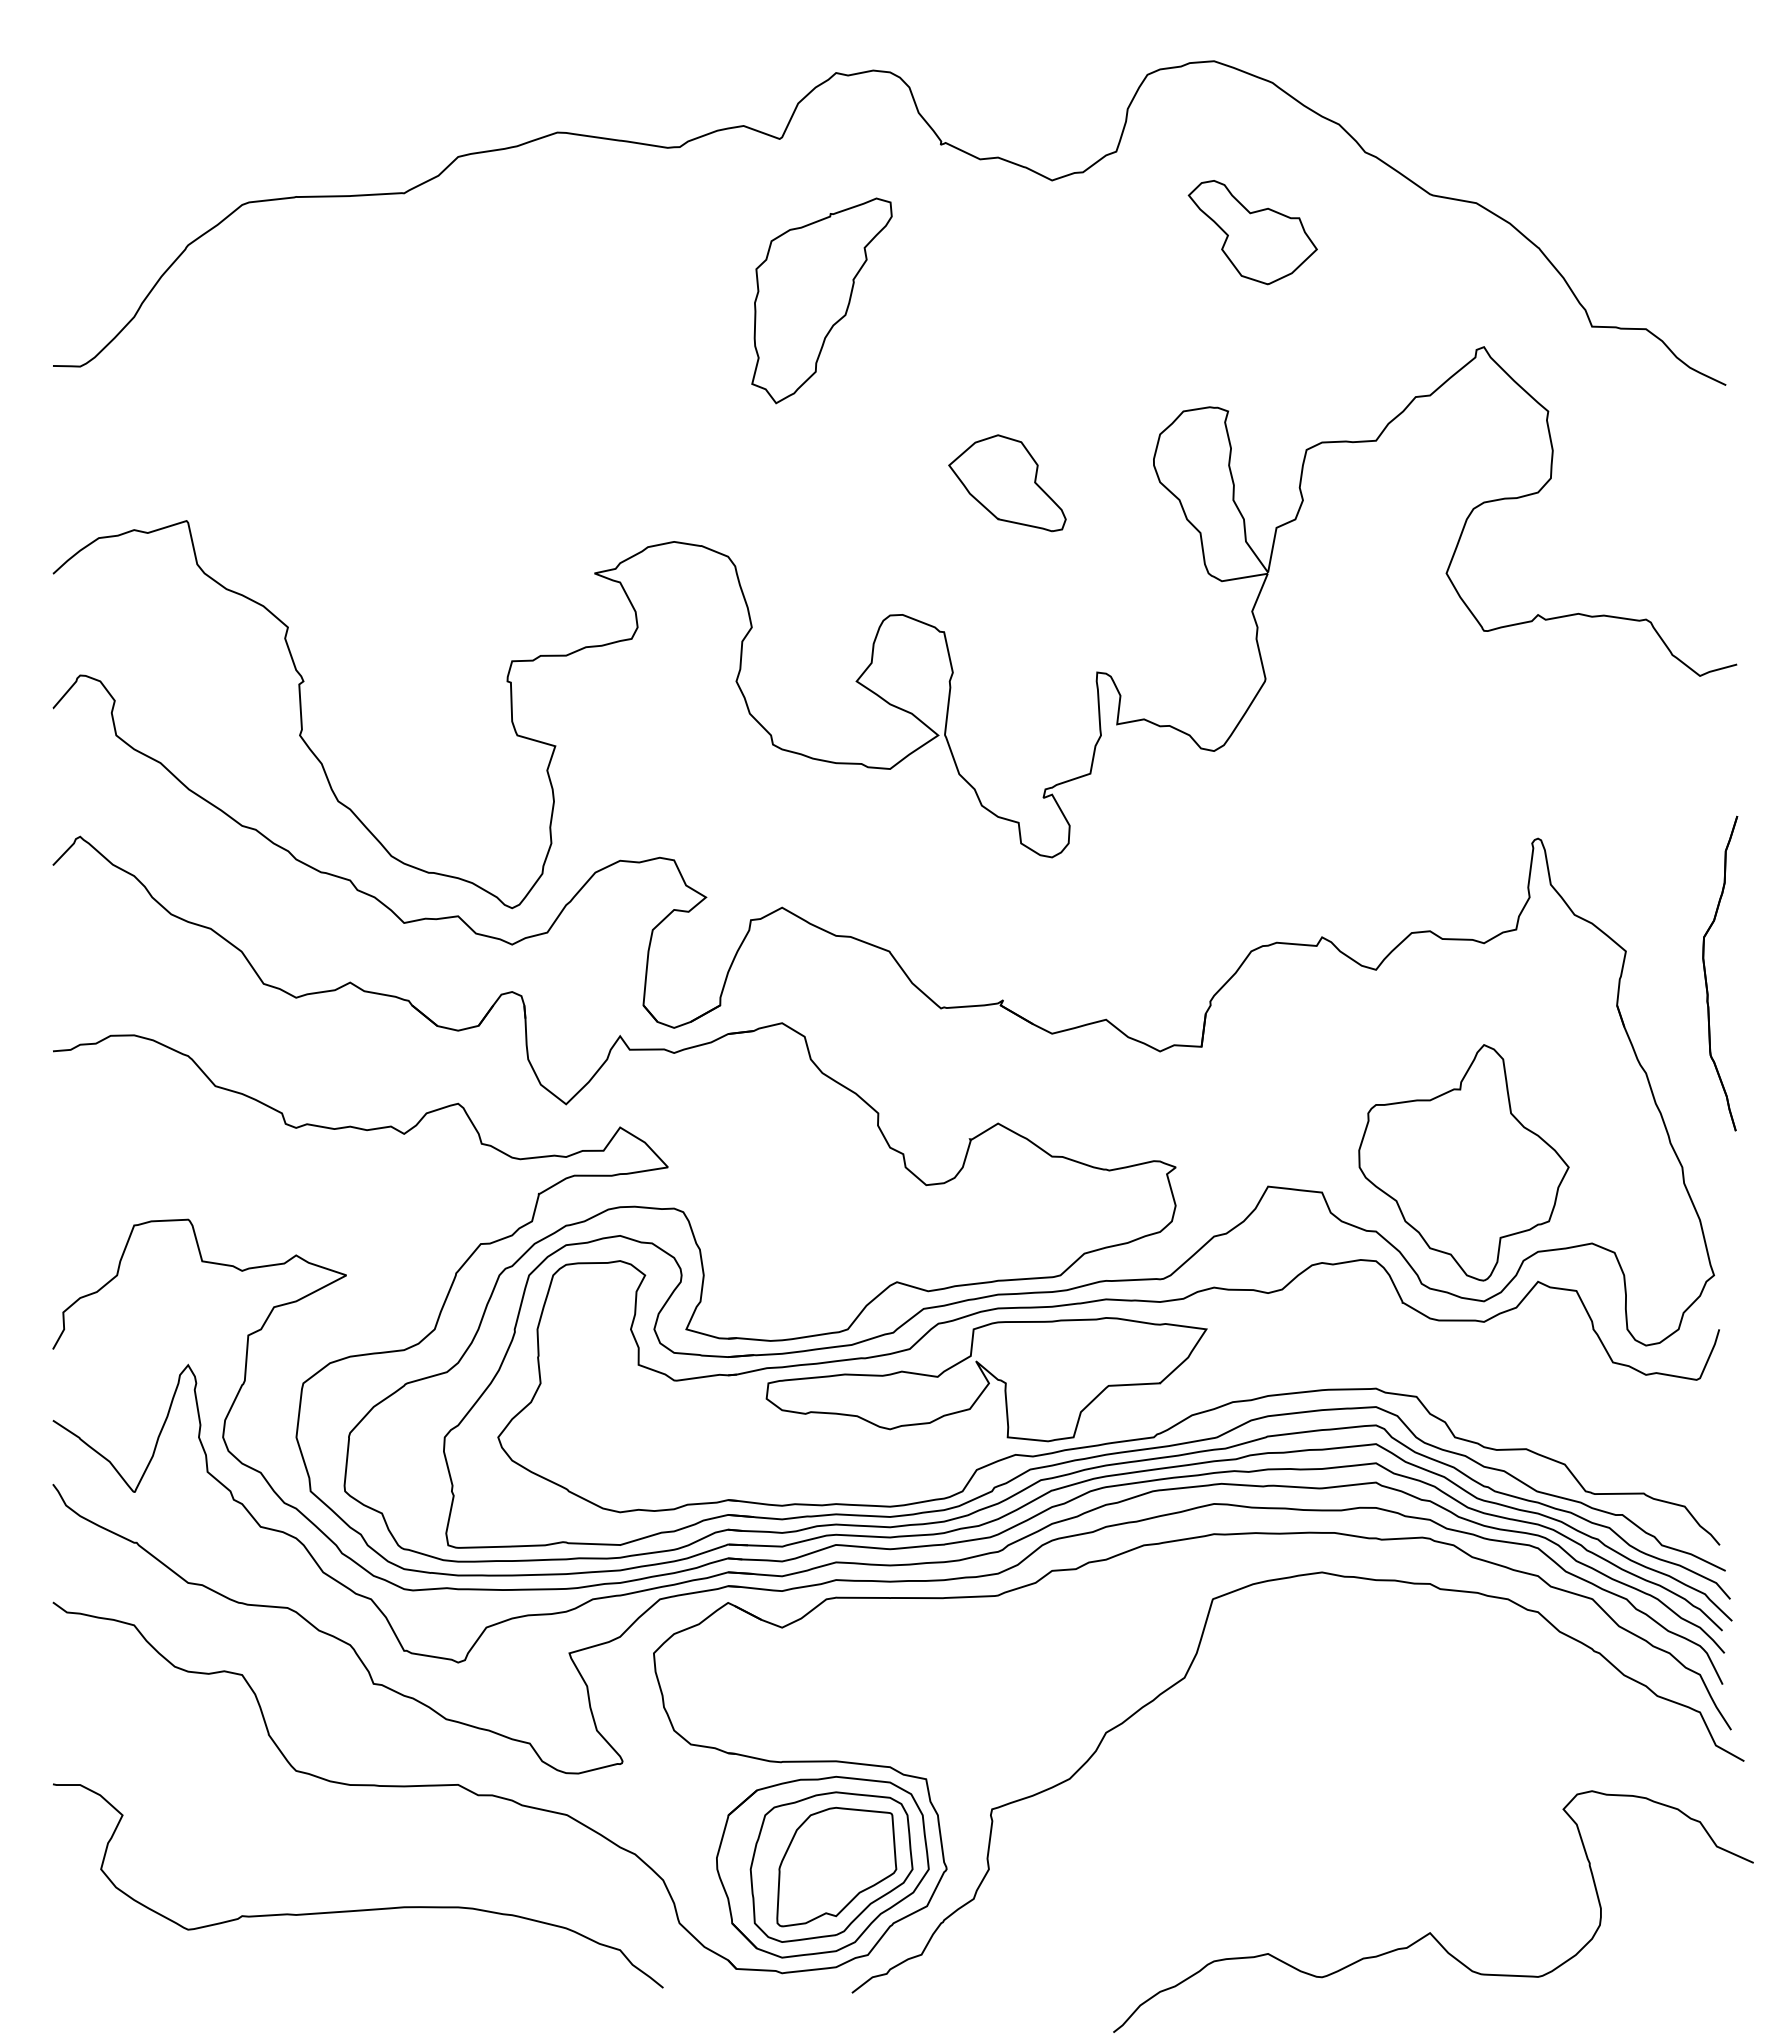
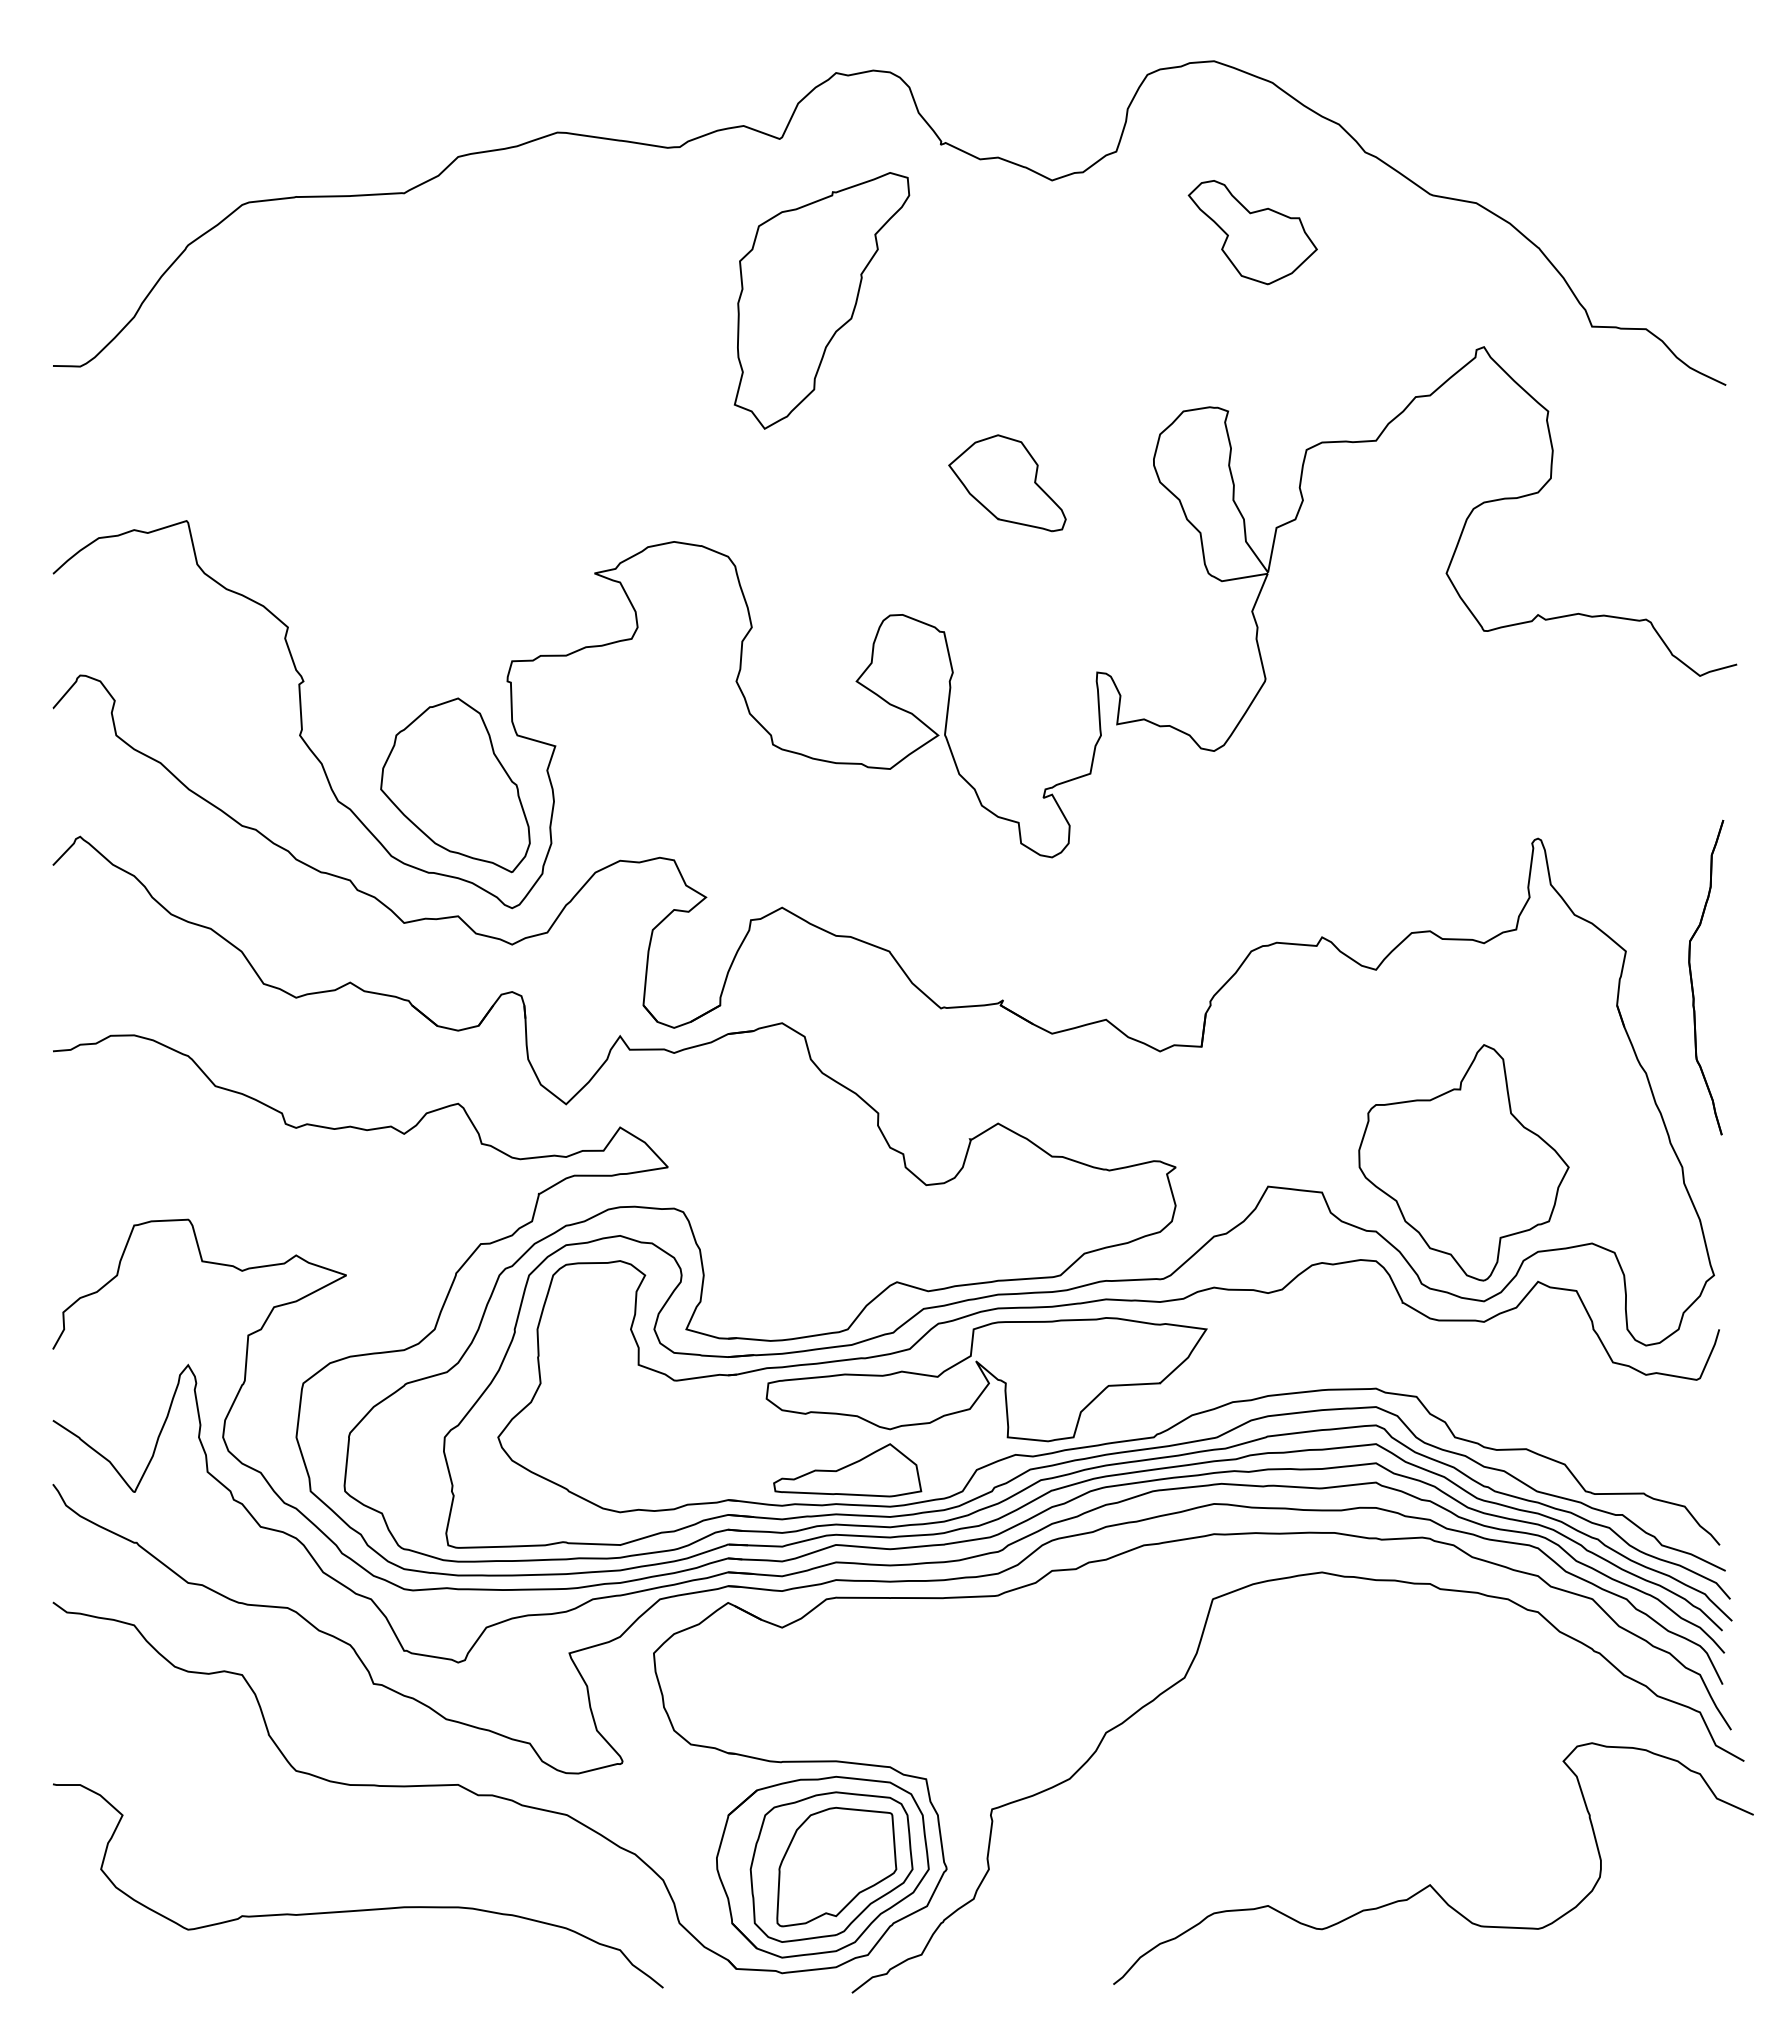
part at (821, 300) size: 142x208 px -> 178x258 px
part at (455, 785): none -> present
part at (1706, 974) position: (1706, 974) -> (1692, 978)
part at (847, 1470): none -> present
curve at (1430, 1932) position: (1430, 1932) -> (1430, 1884)
